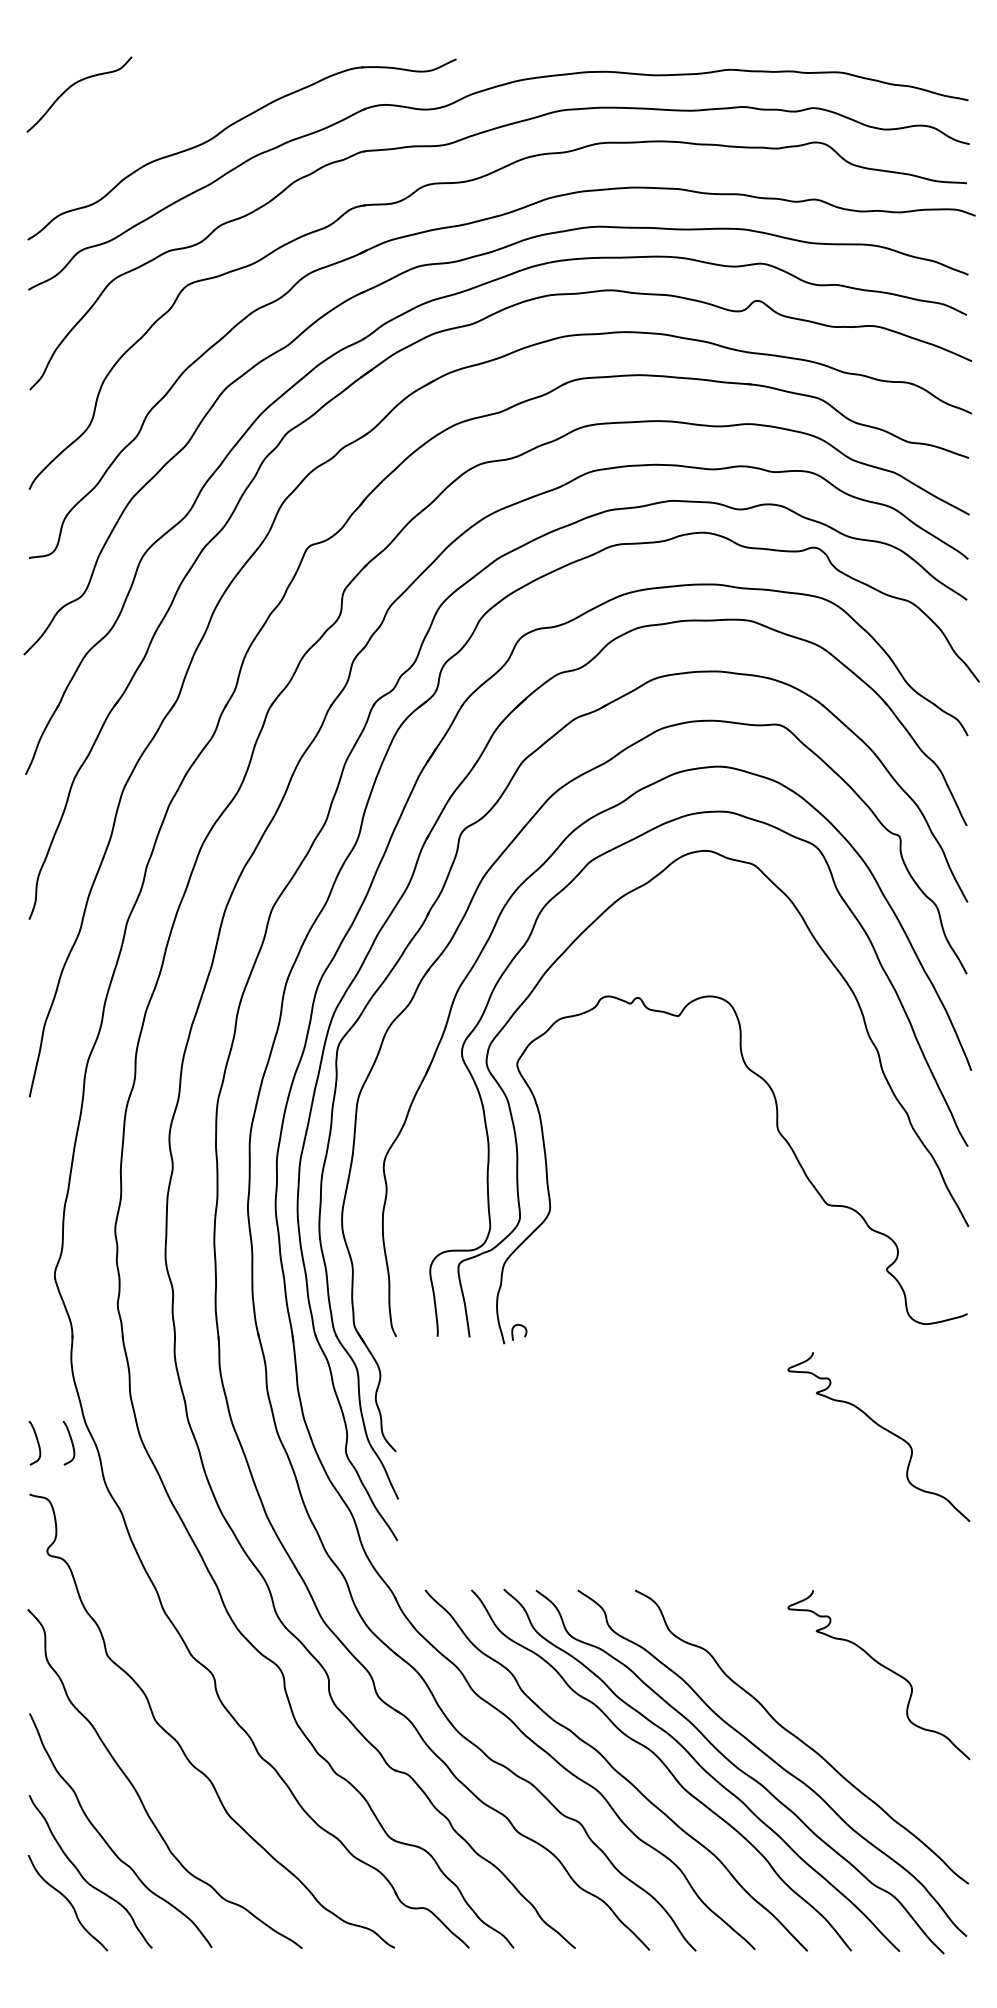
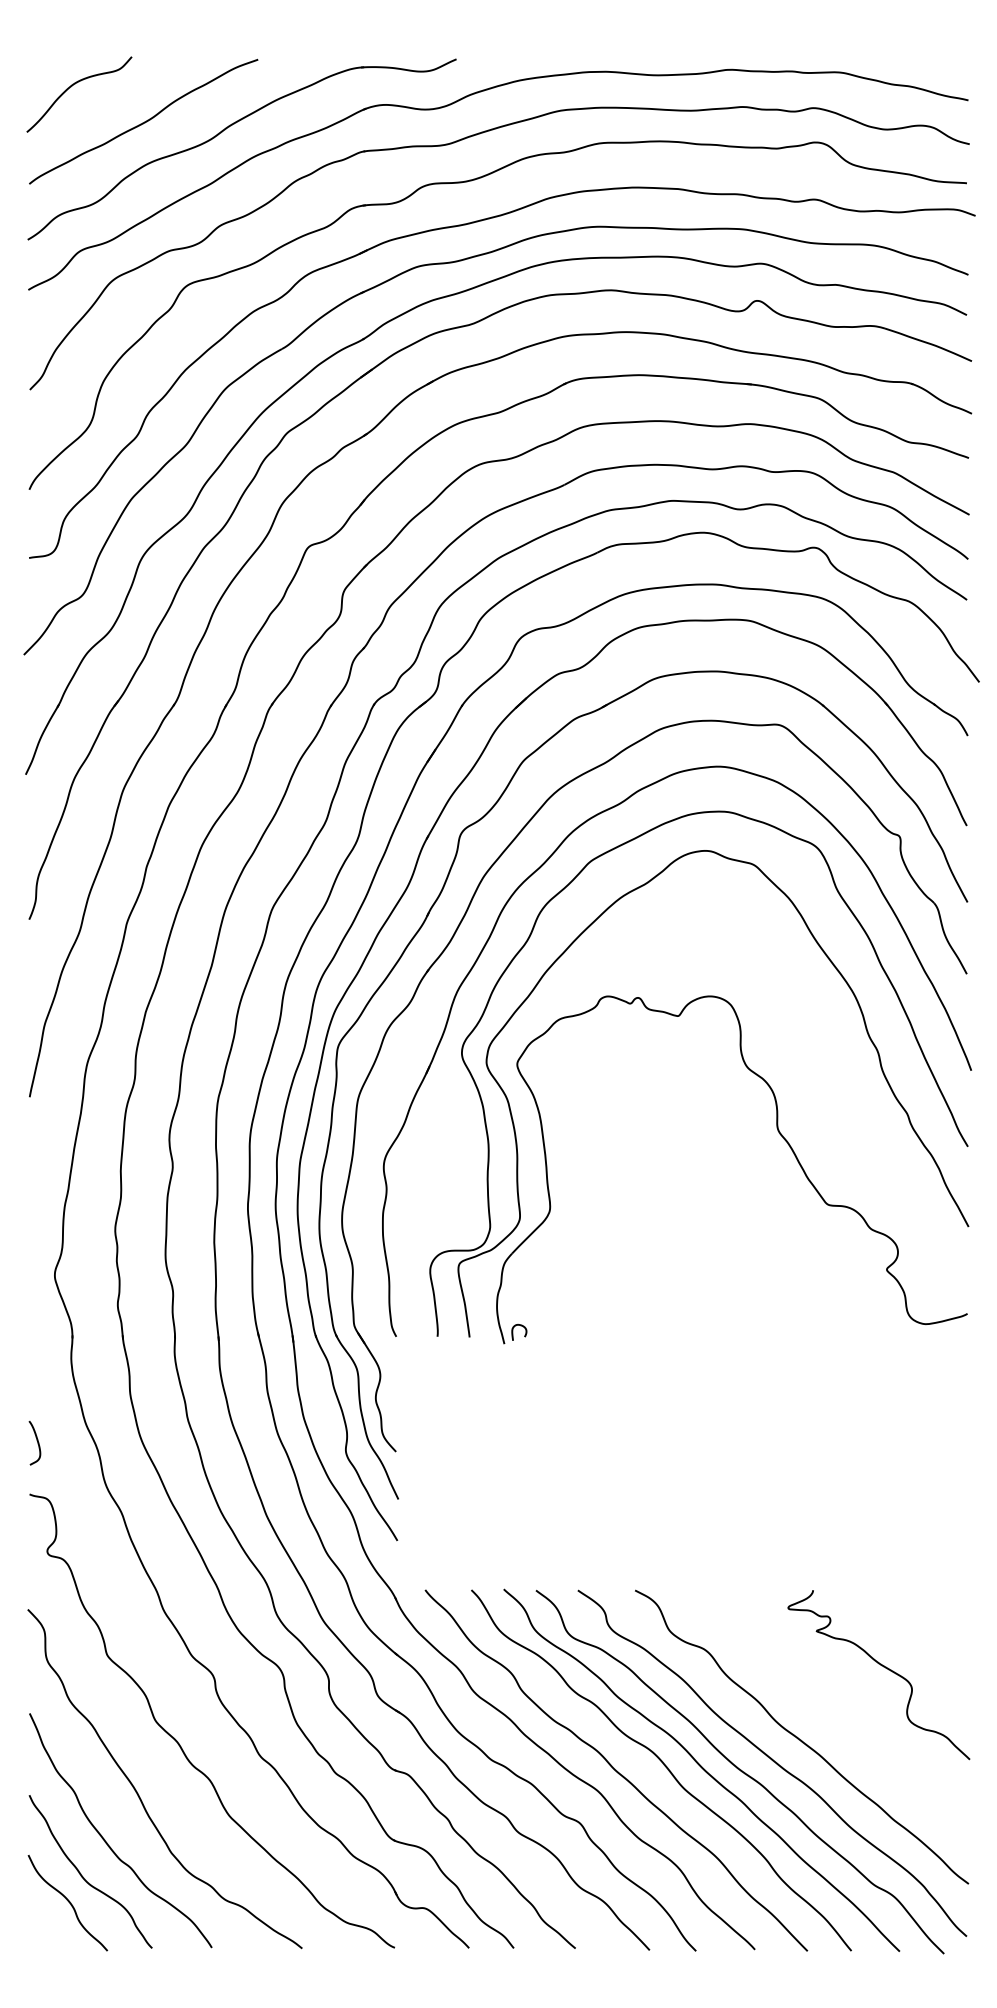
curve at (144, 121): none -> present
curve at (883, 1429): present -> none
curve at (70, 1440): present -> none
